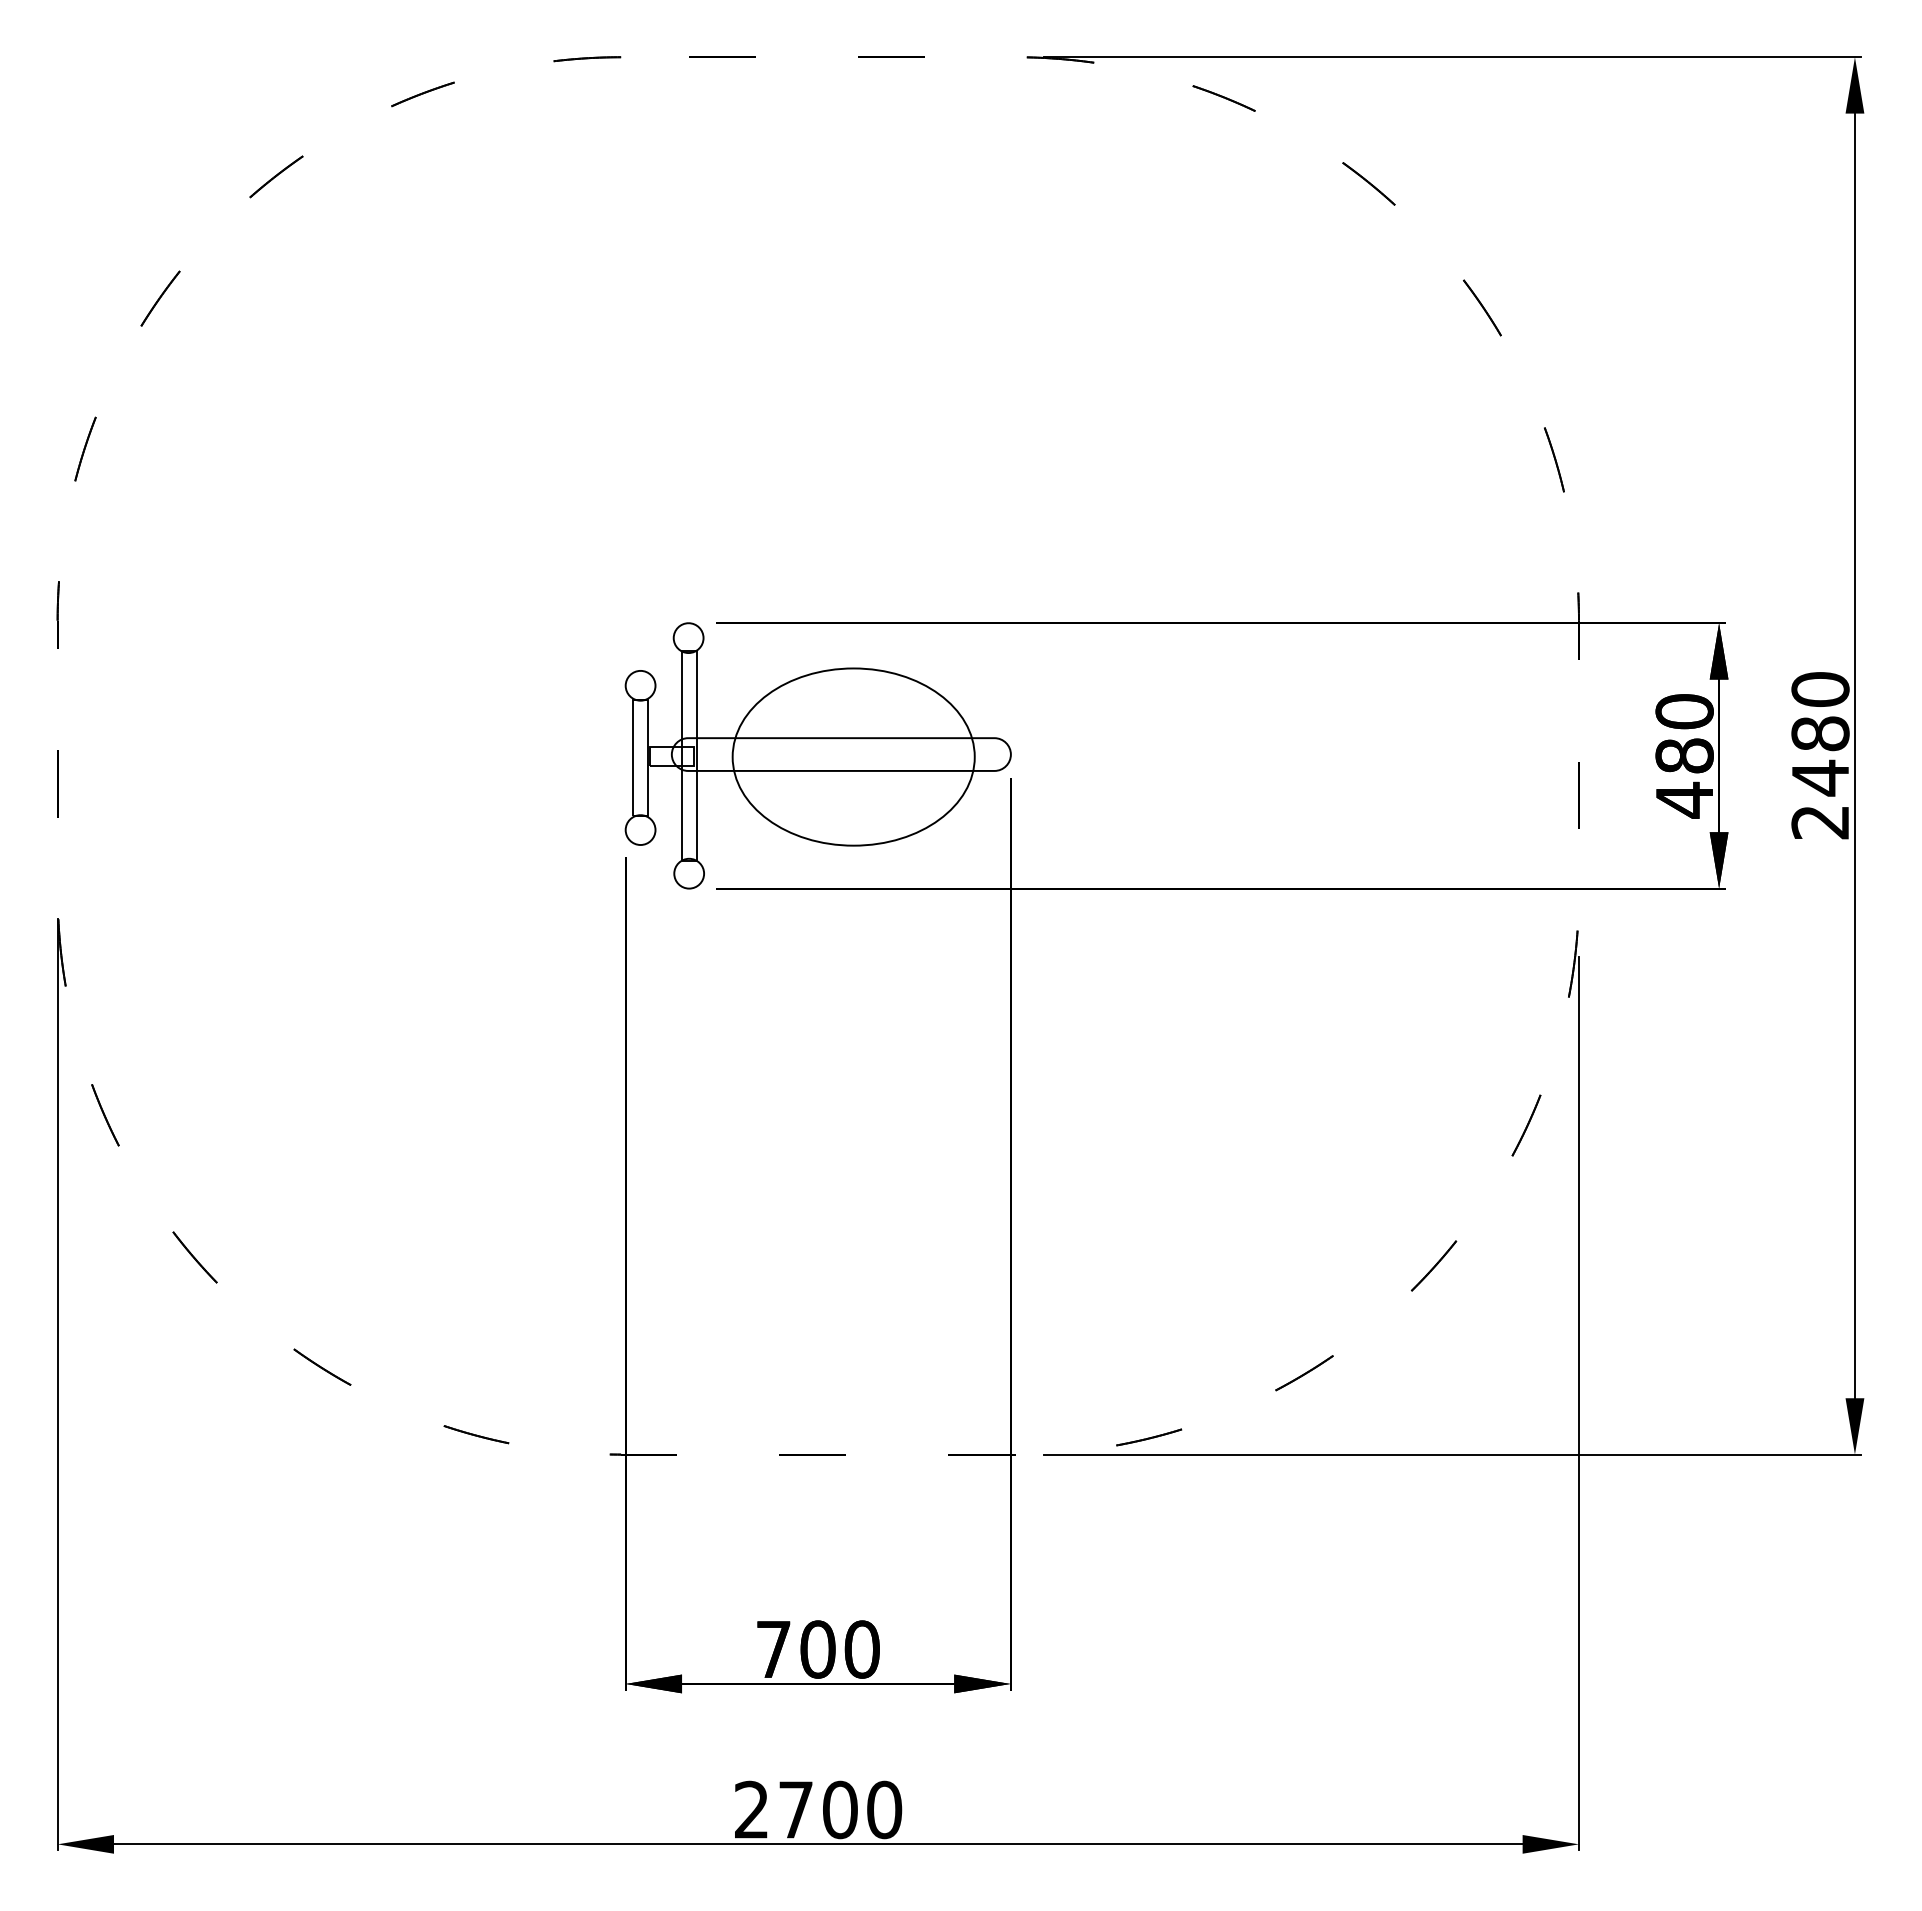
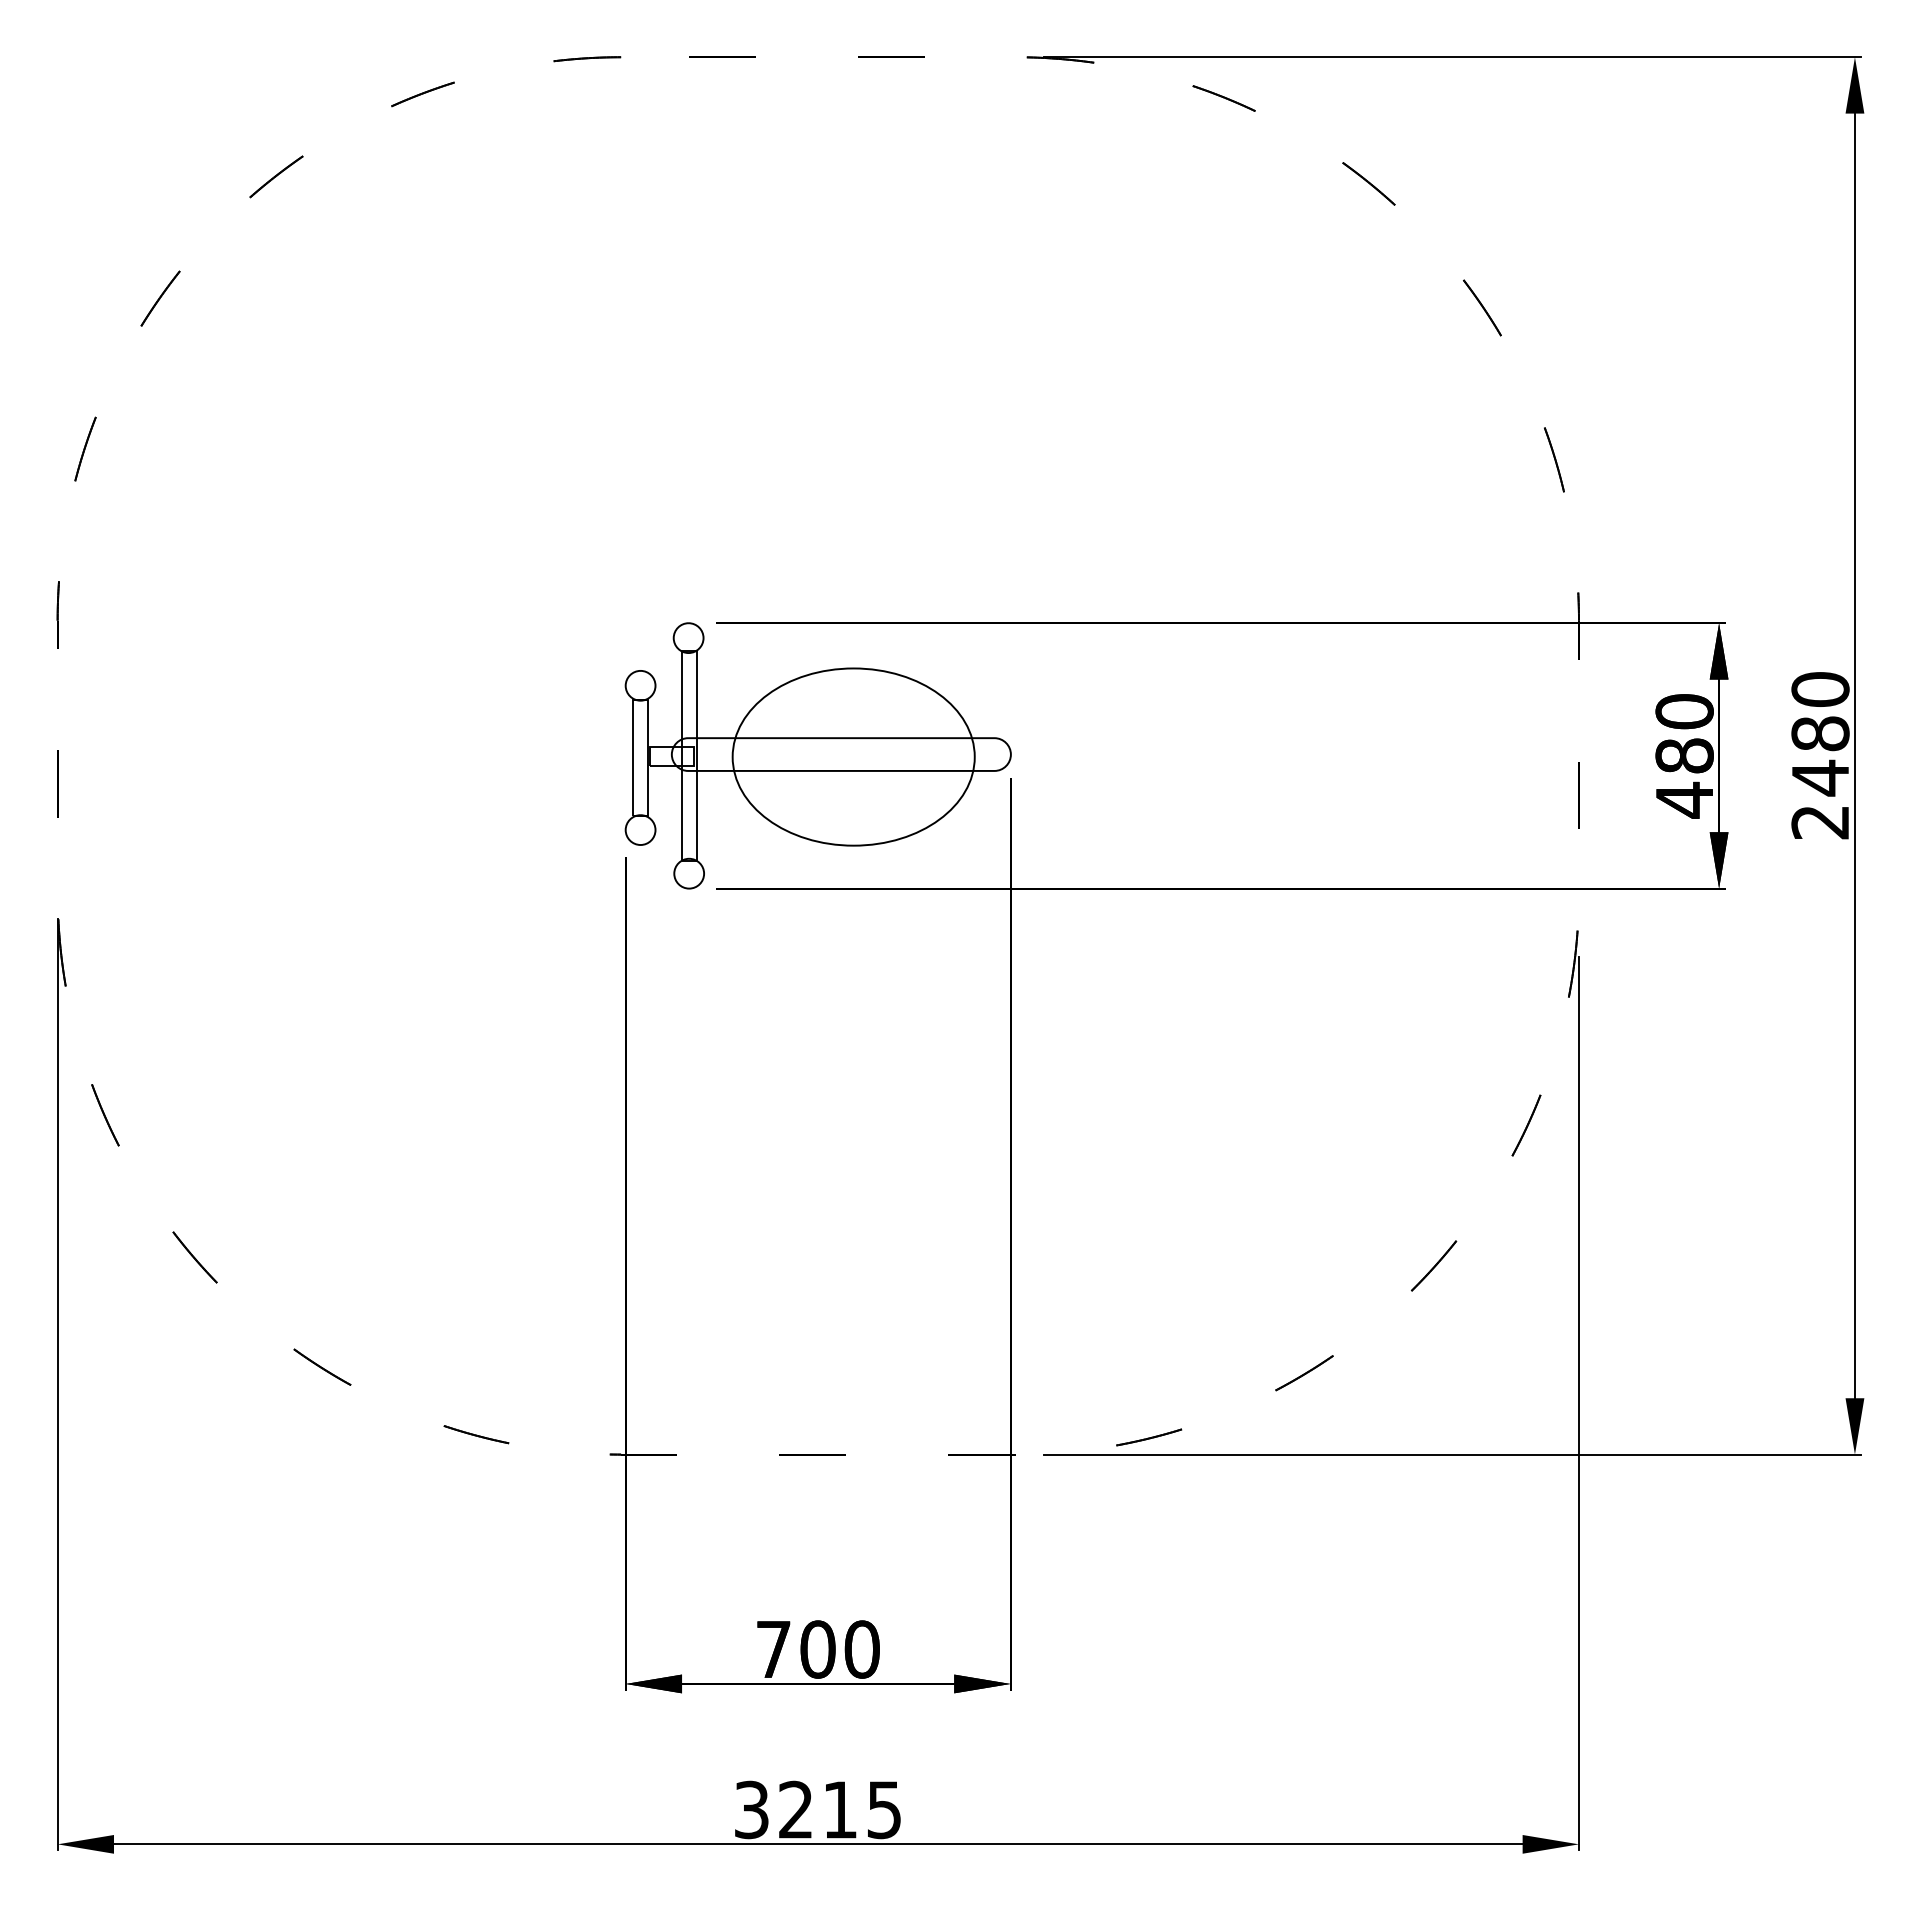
text at (818, 1809): 2700 -> 3215
